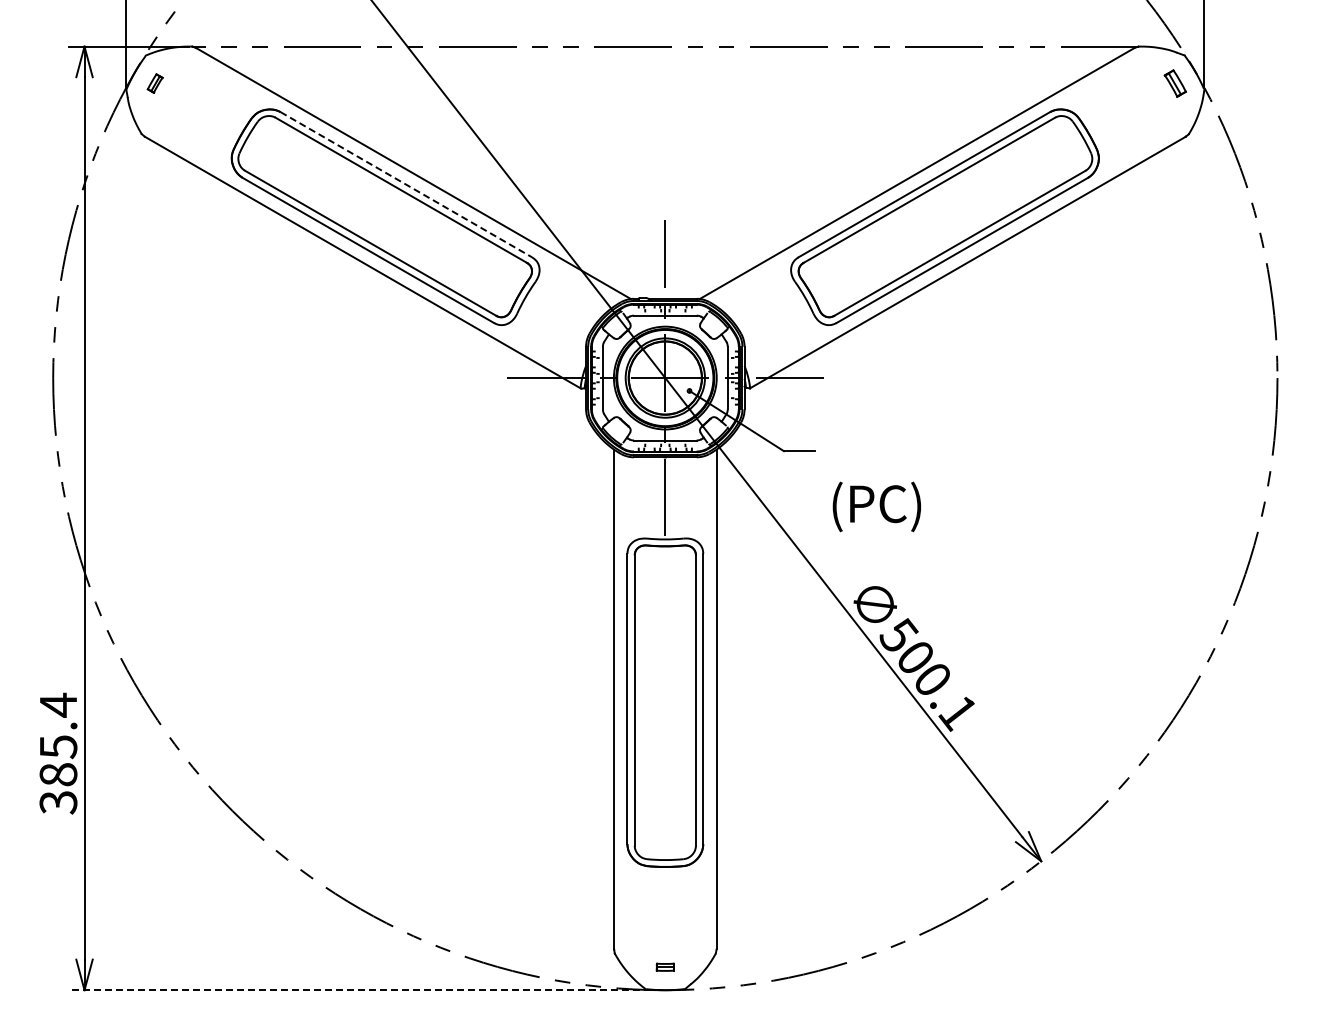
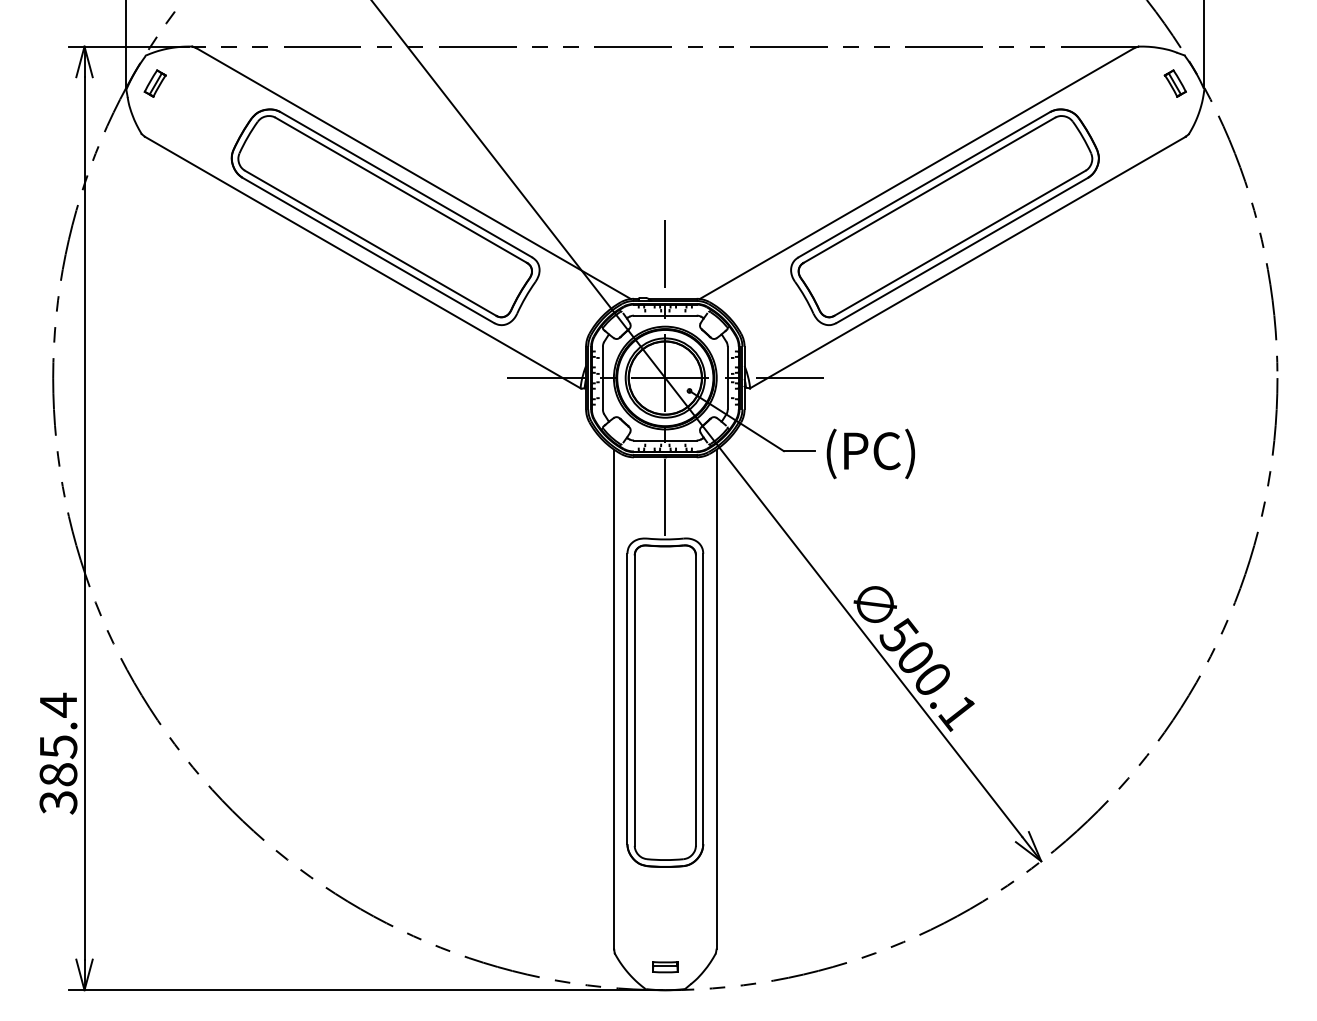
part at (154, 83) size: 18x21 px -> 24x29 px
line at (406, 184): dashed -> solid
text at (876, 506) position: (876, 506) -> (870, 453)
part at (664, 966) size: 20x10 px -> 27x13 px
line at (365, 990): dashed -> solid
